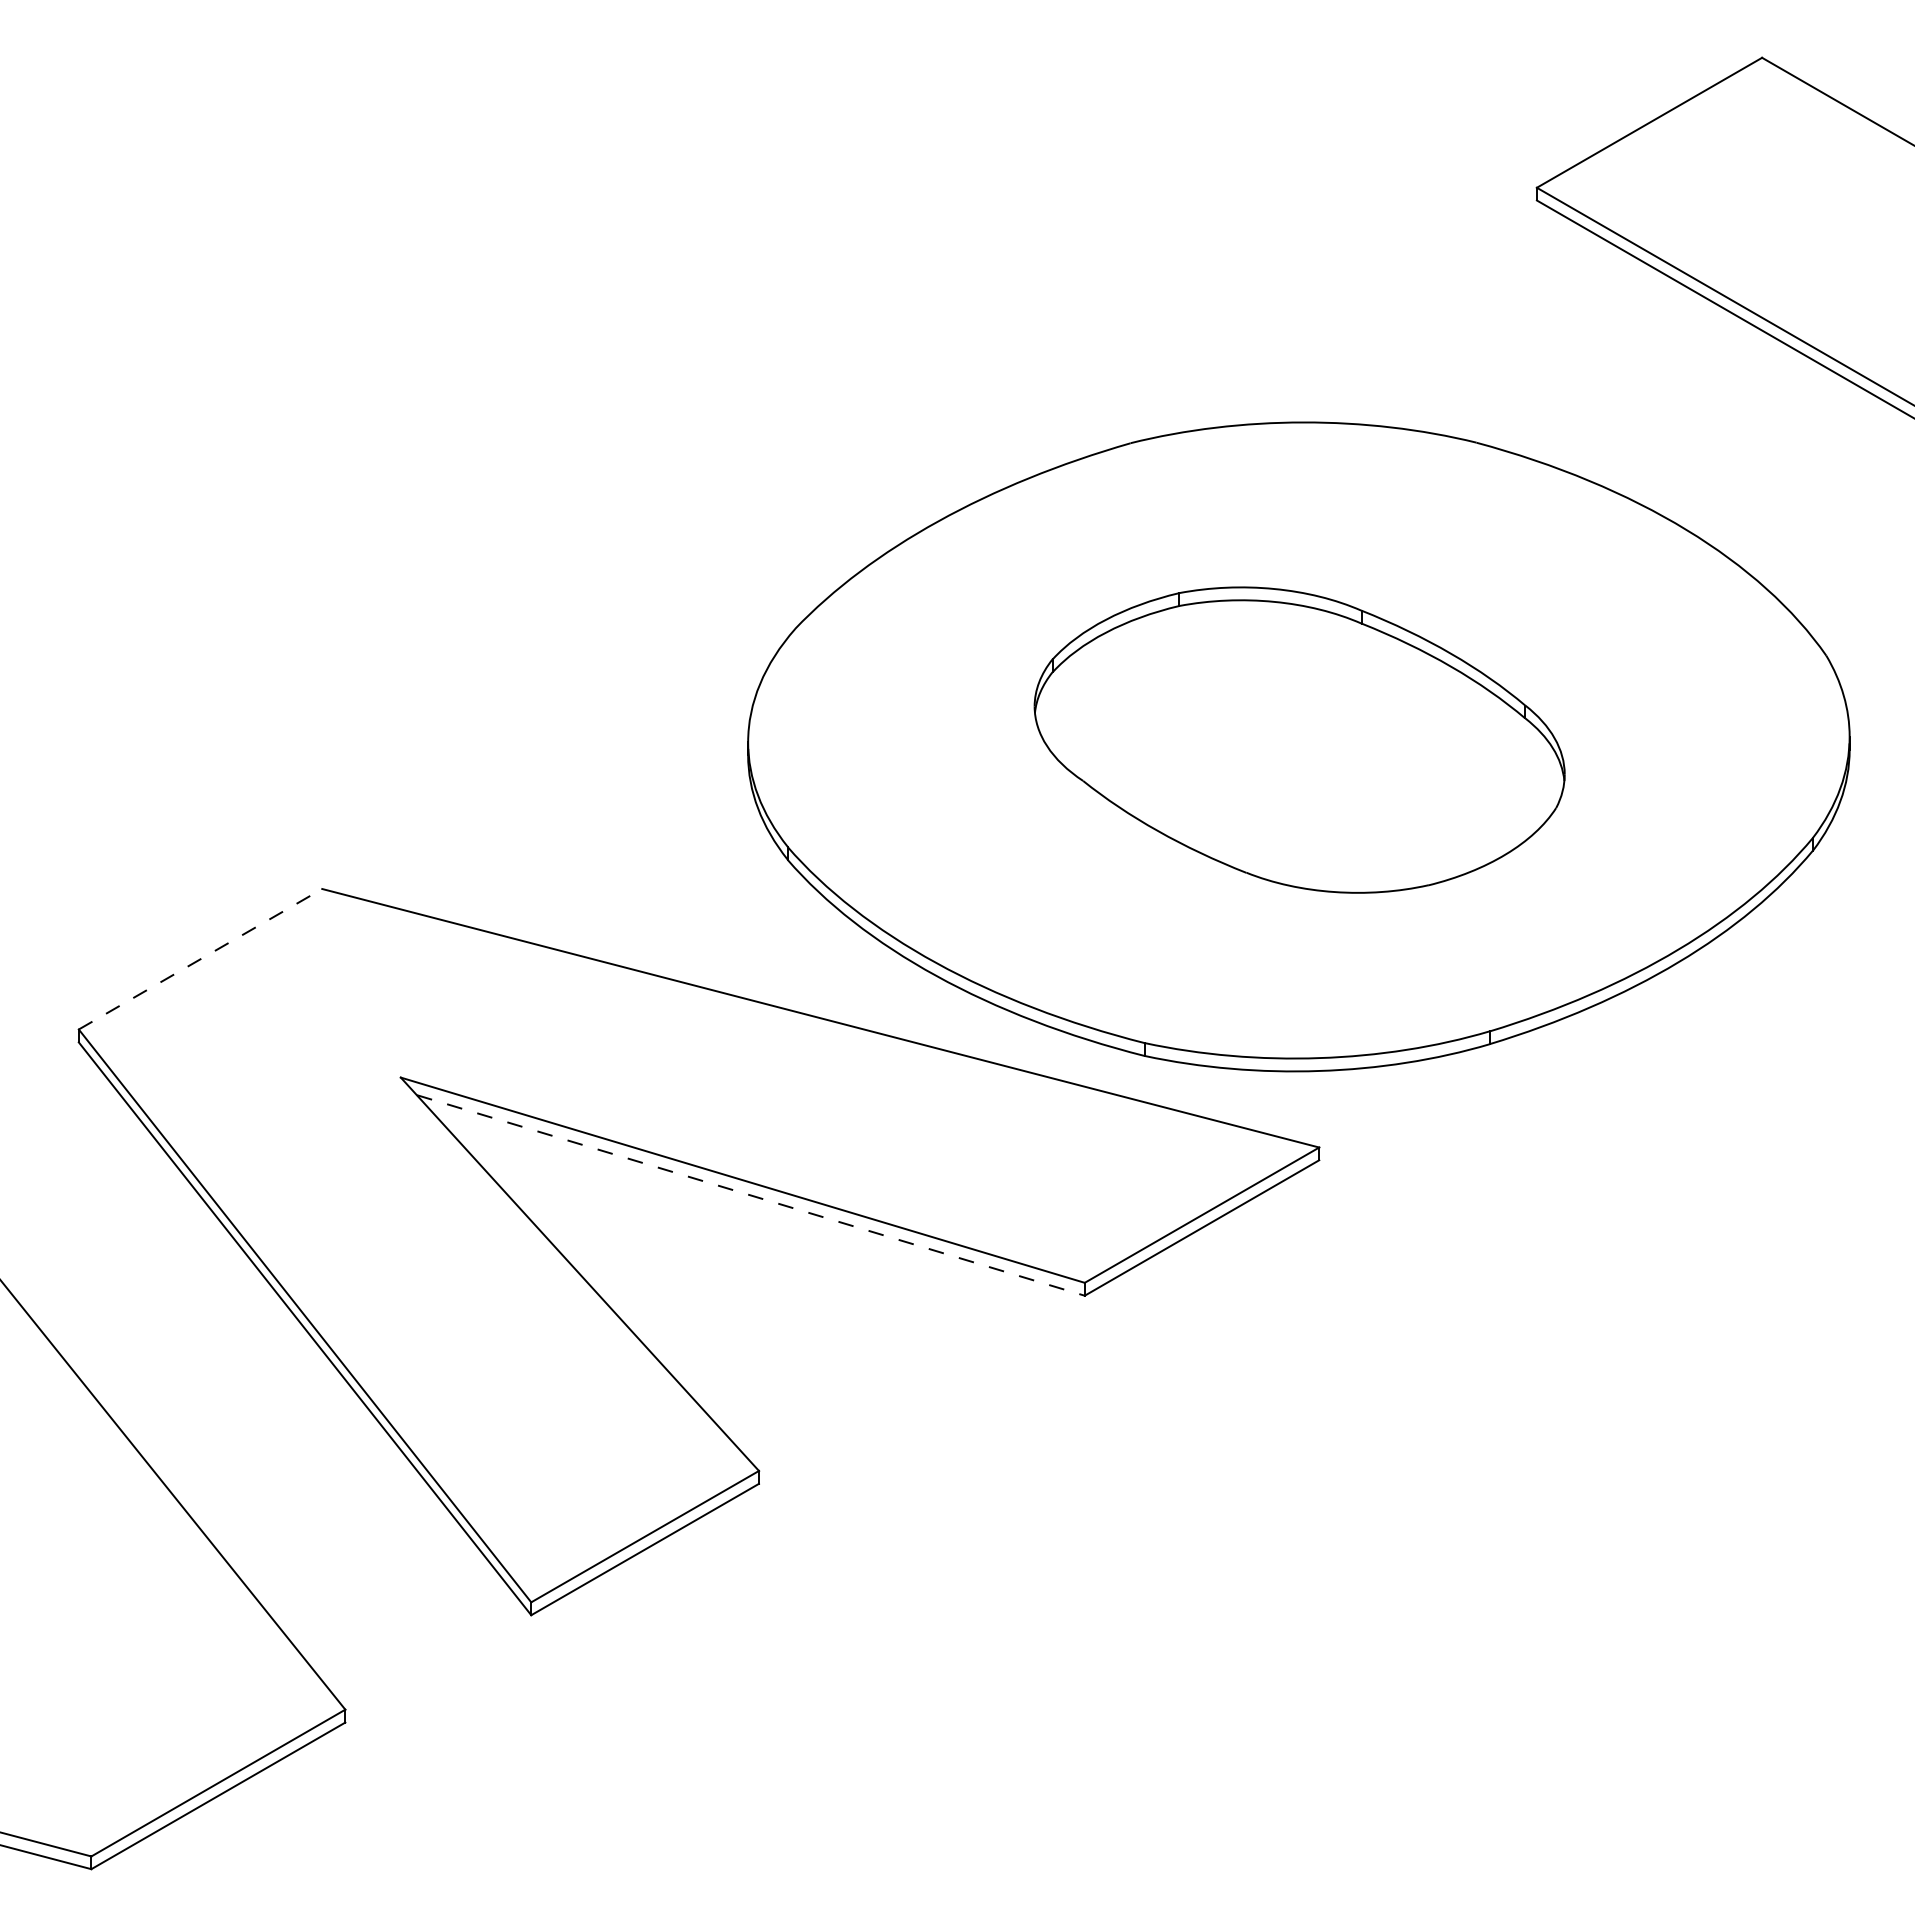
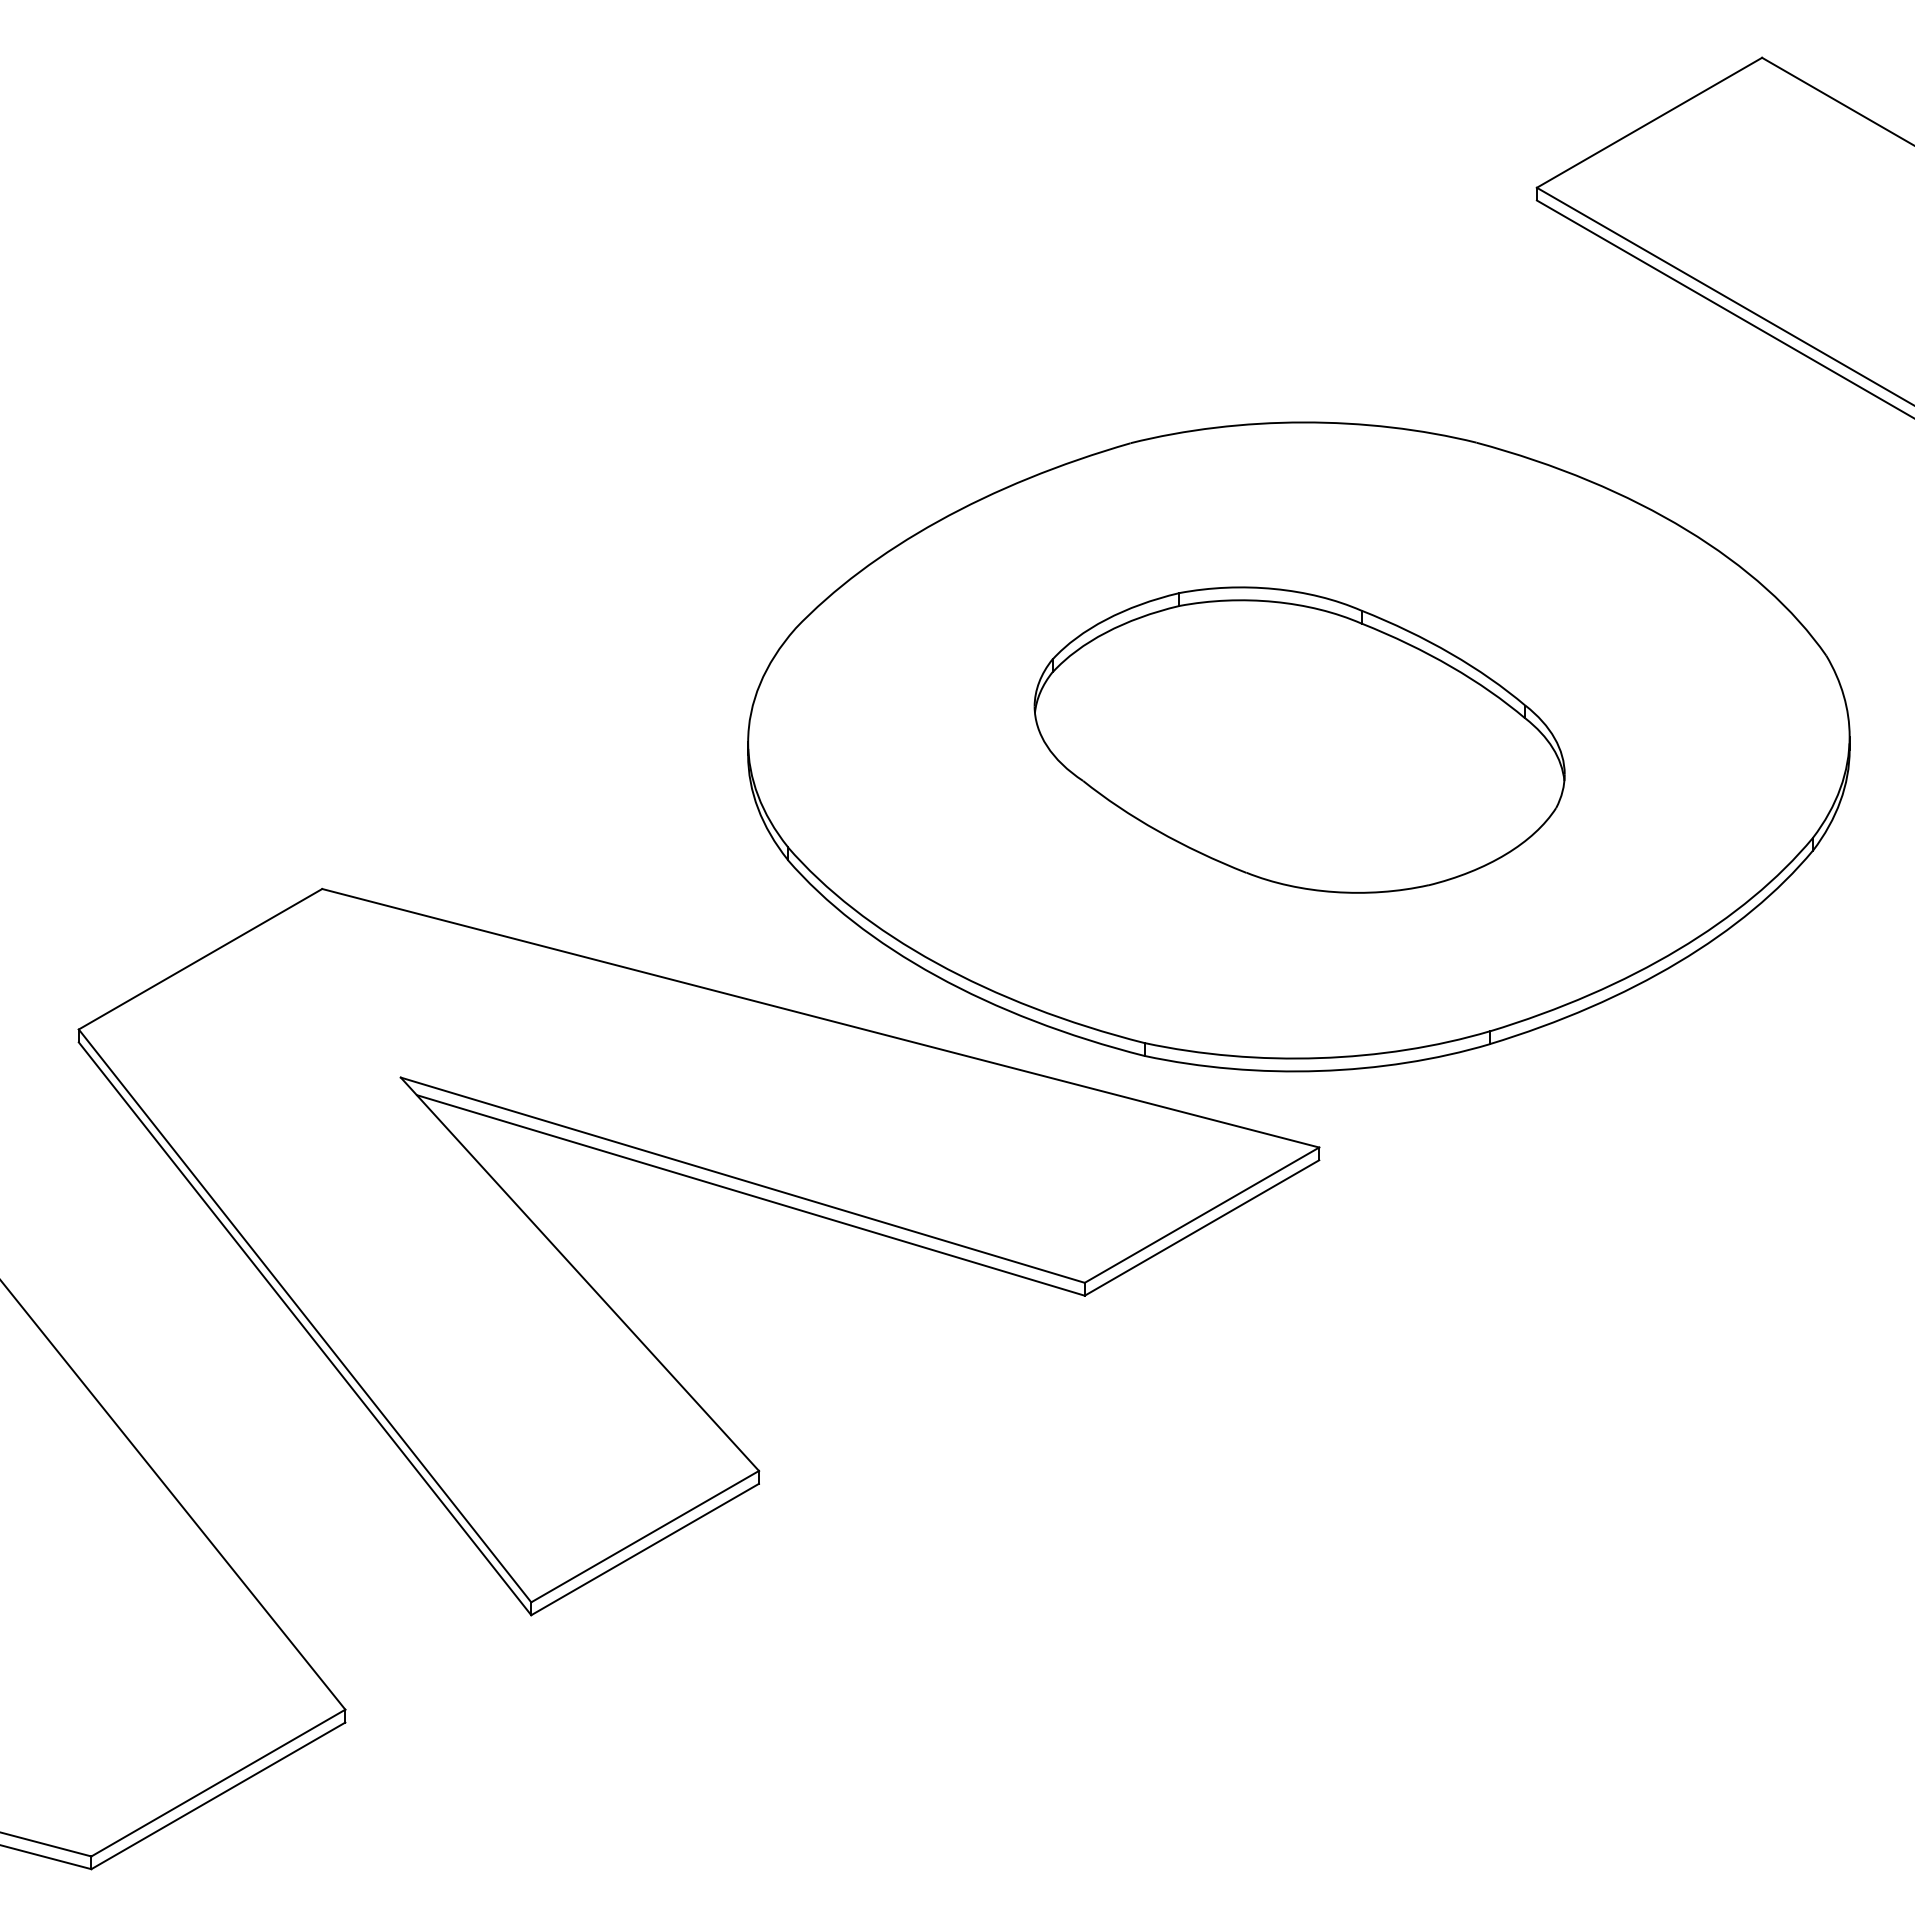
line at (200, 959): dashed -> solid
line at (750, 1195): dashed -> solid
